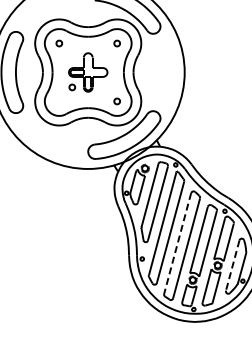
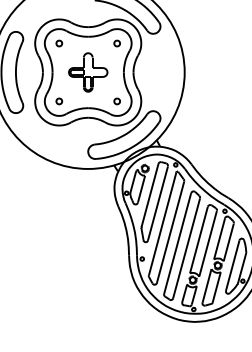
part at (72, 87) position: (72, 87) -> (59, 101)
line at (177, 244): dashed -> solid
line at (232, 266): dashed -> solid
